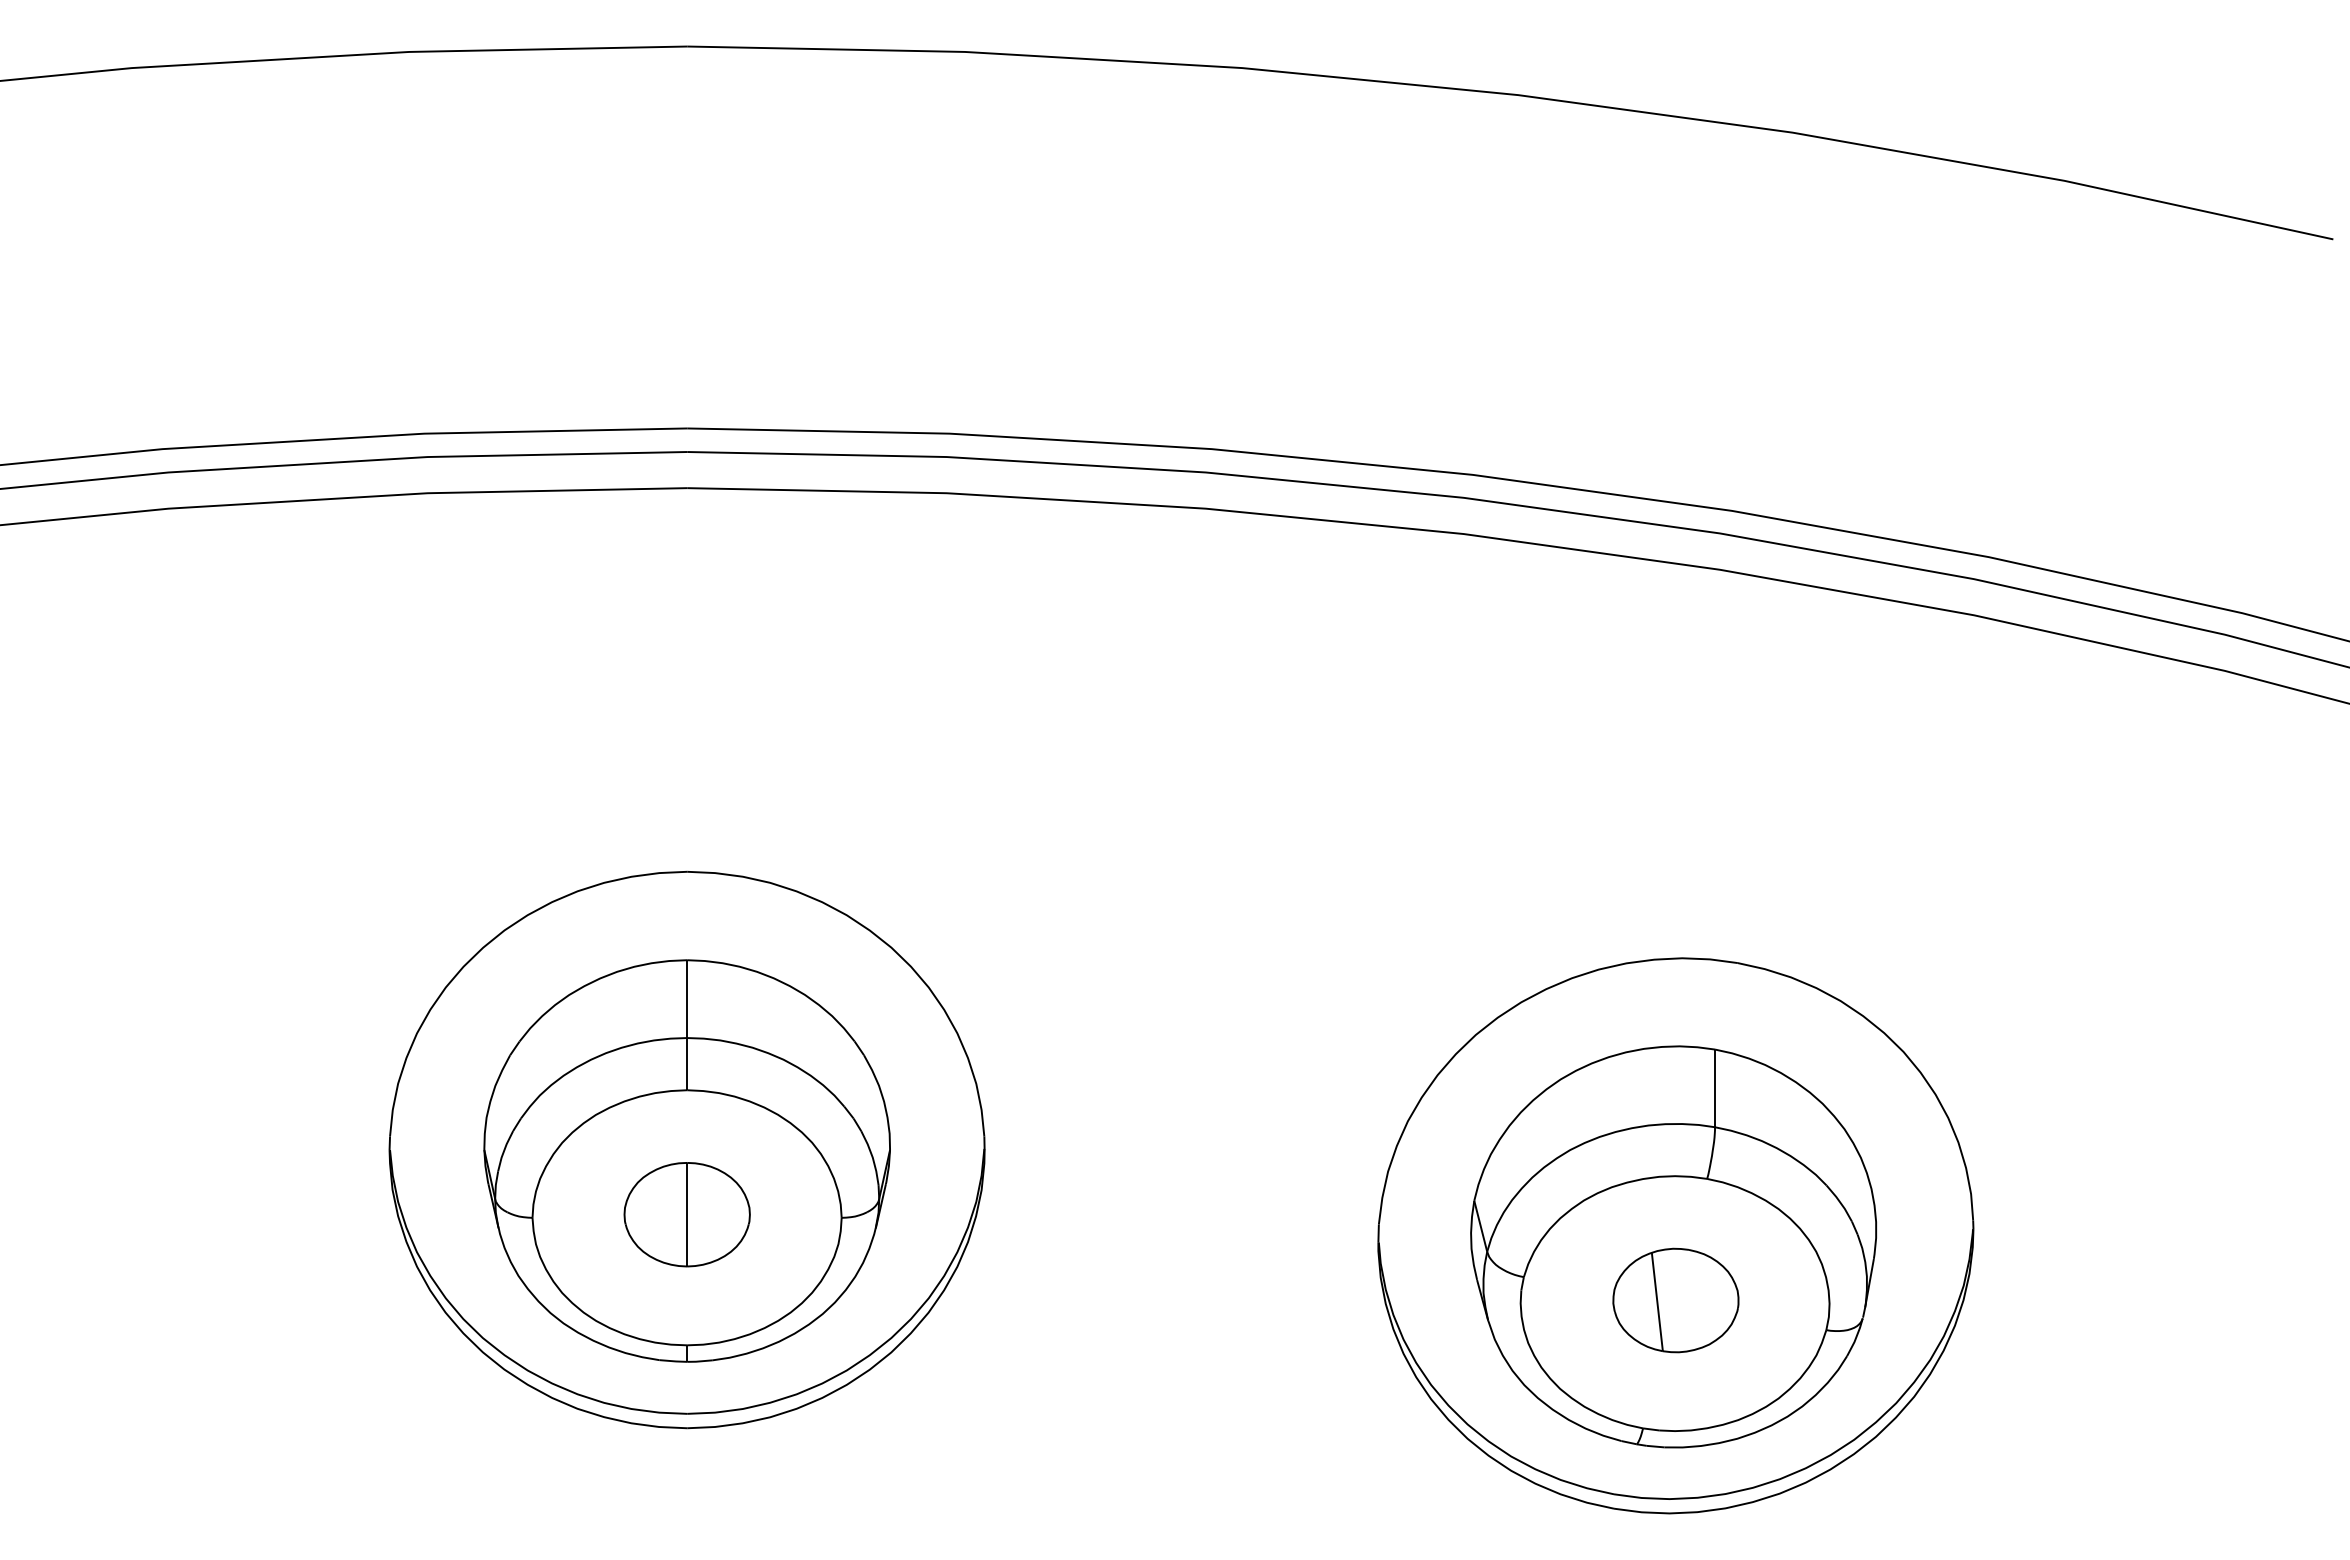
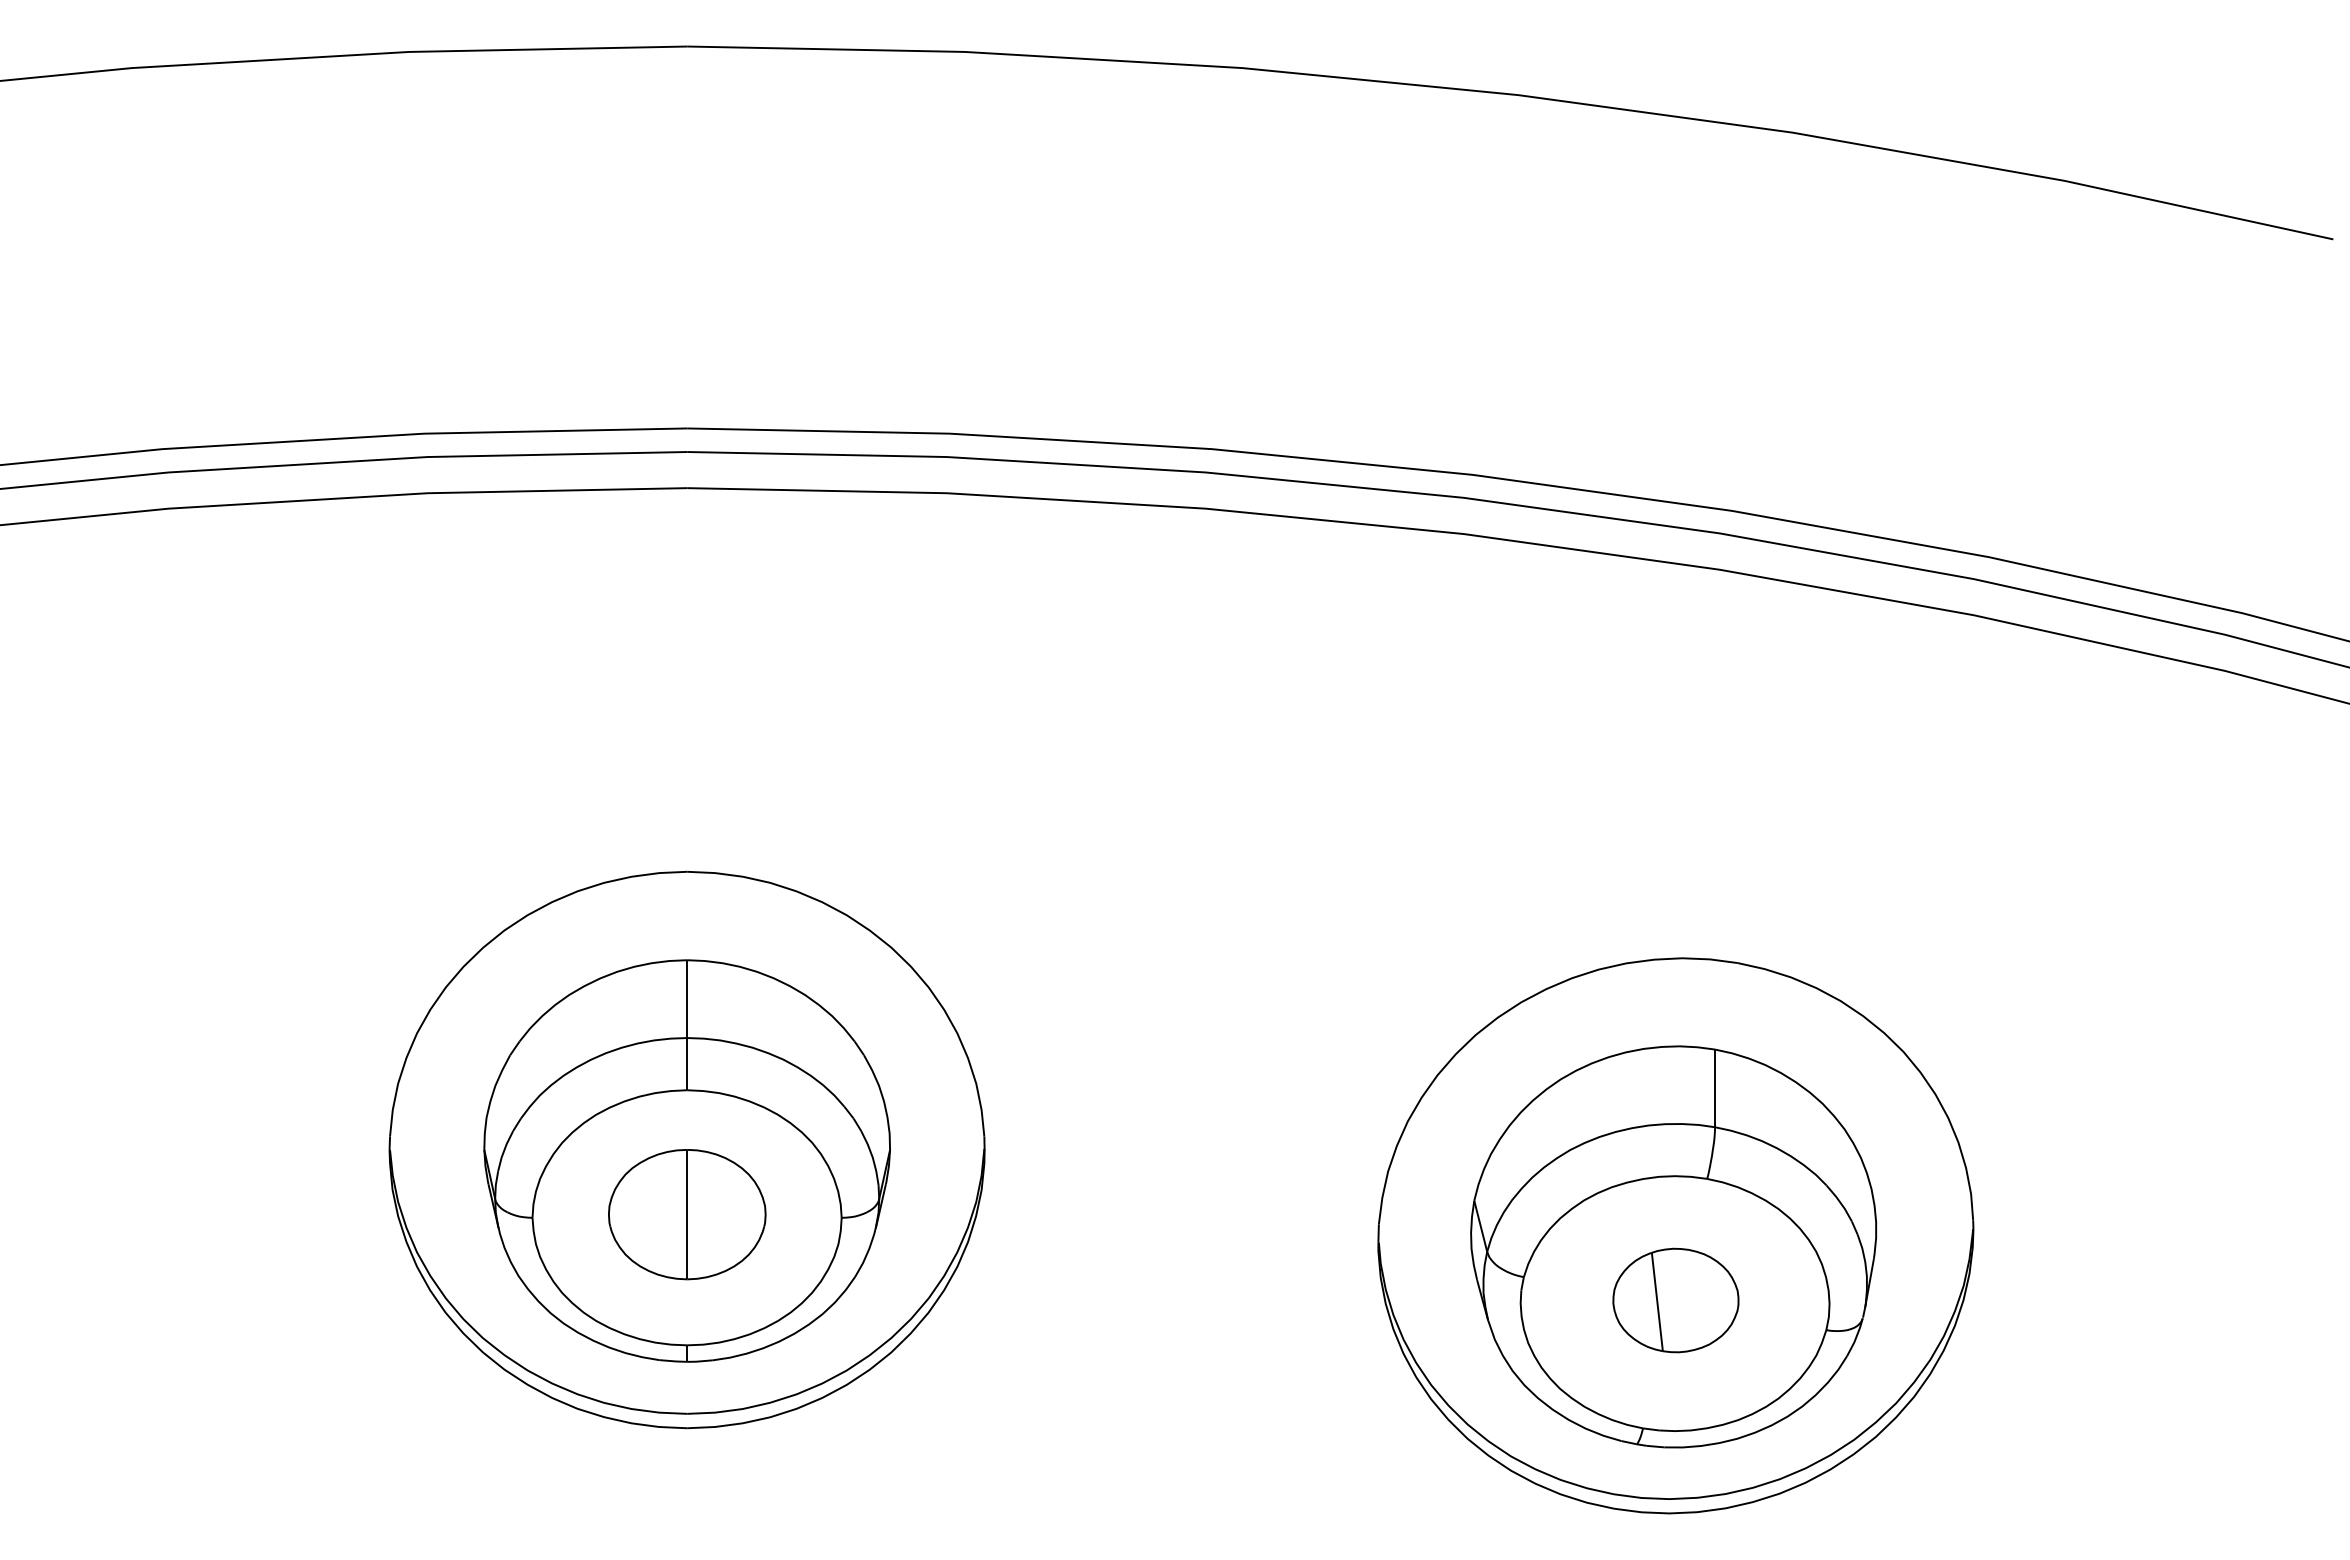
part at (686, 1214) size: 128x106 px -> 159x132 px
